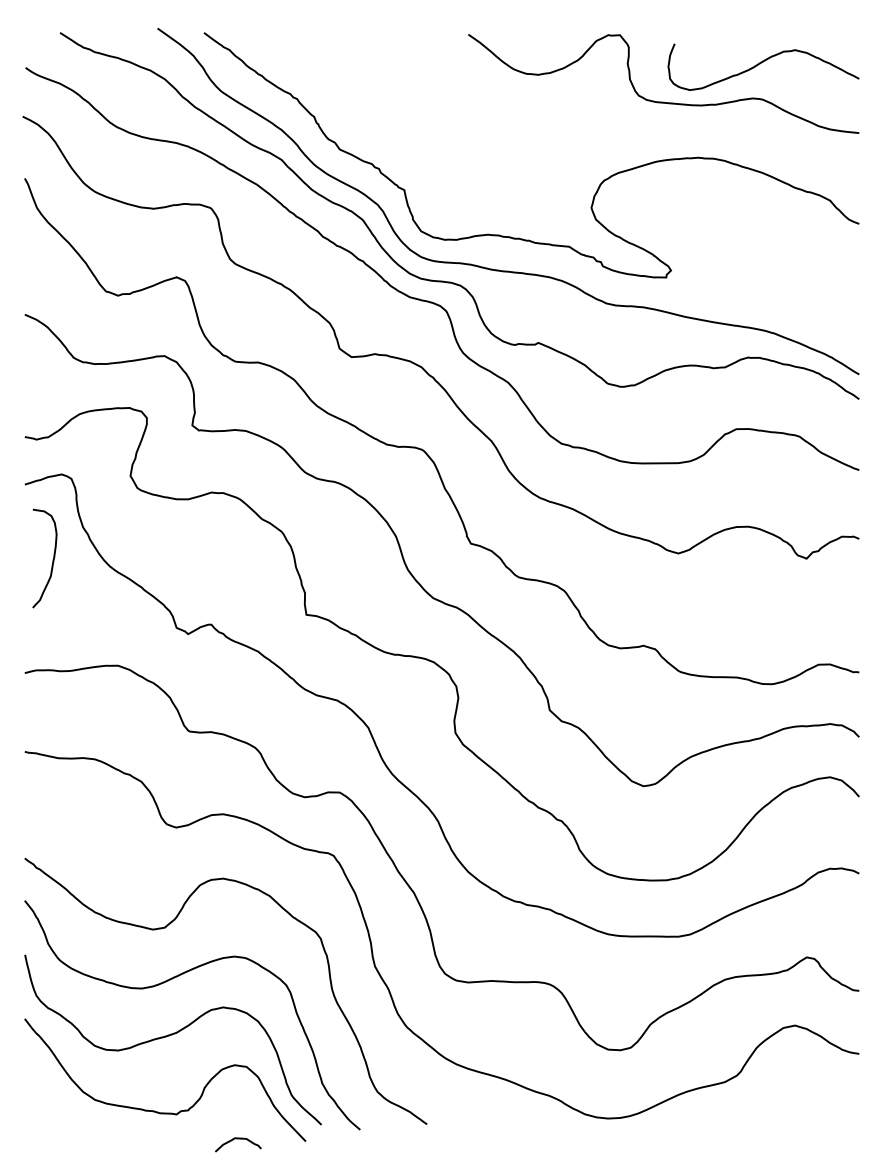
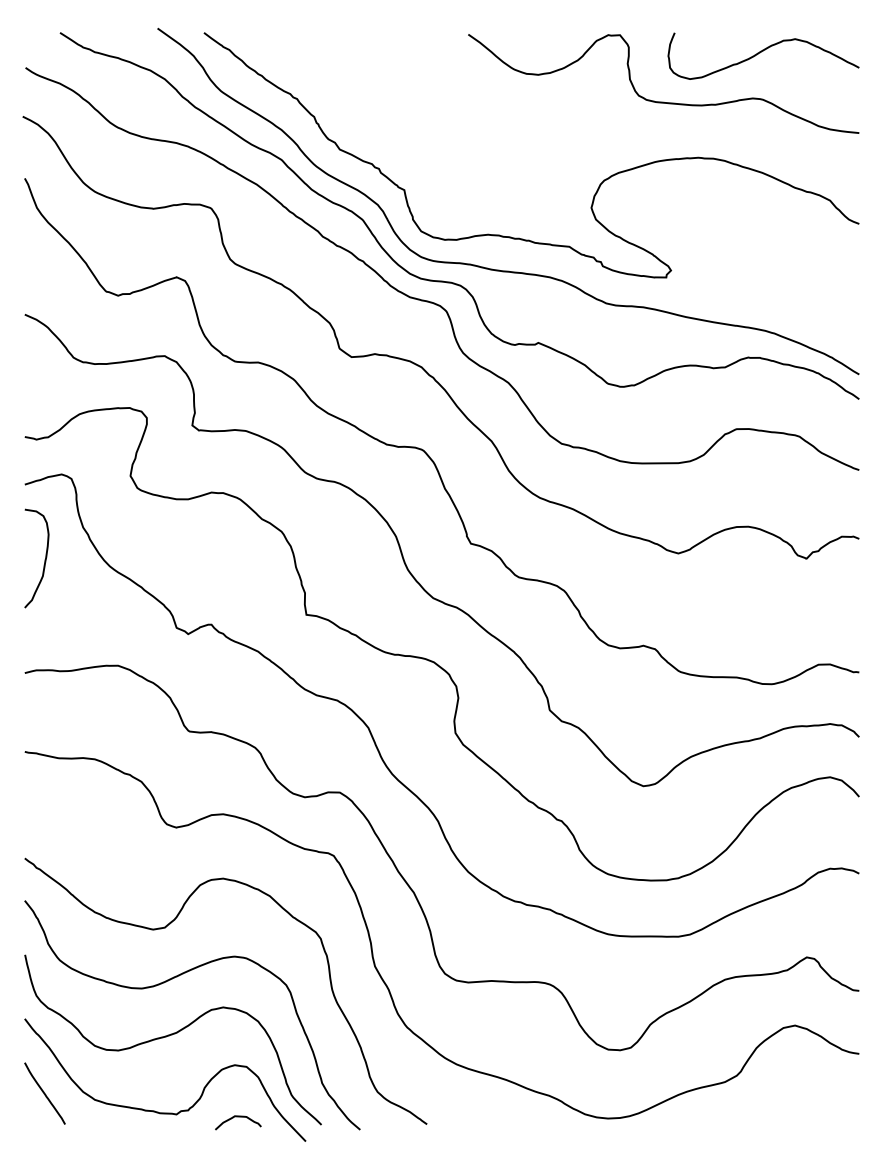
curve at (761, 63) position: (761, 63) -> (761, 52)
curve at (52, 559) position: (52, 559) -> (44, 559)
curve at (44, 1093): none -> present
curve at (238, 1139) position: (238, 1139) -> (238, 1117)
